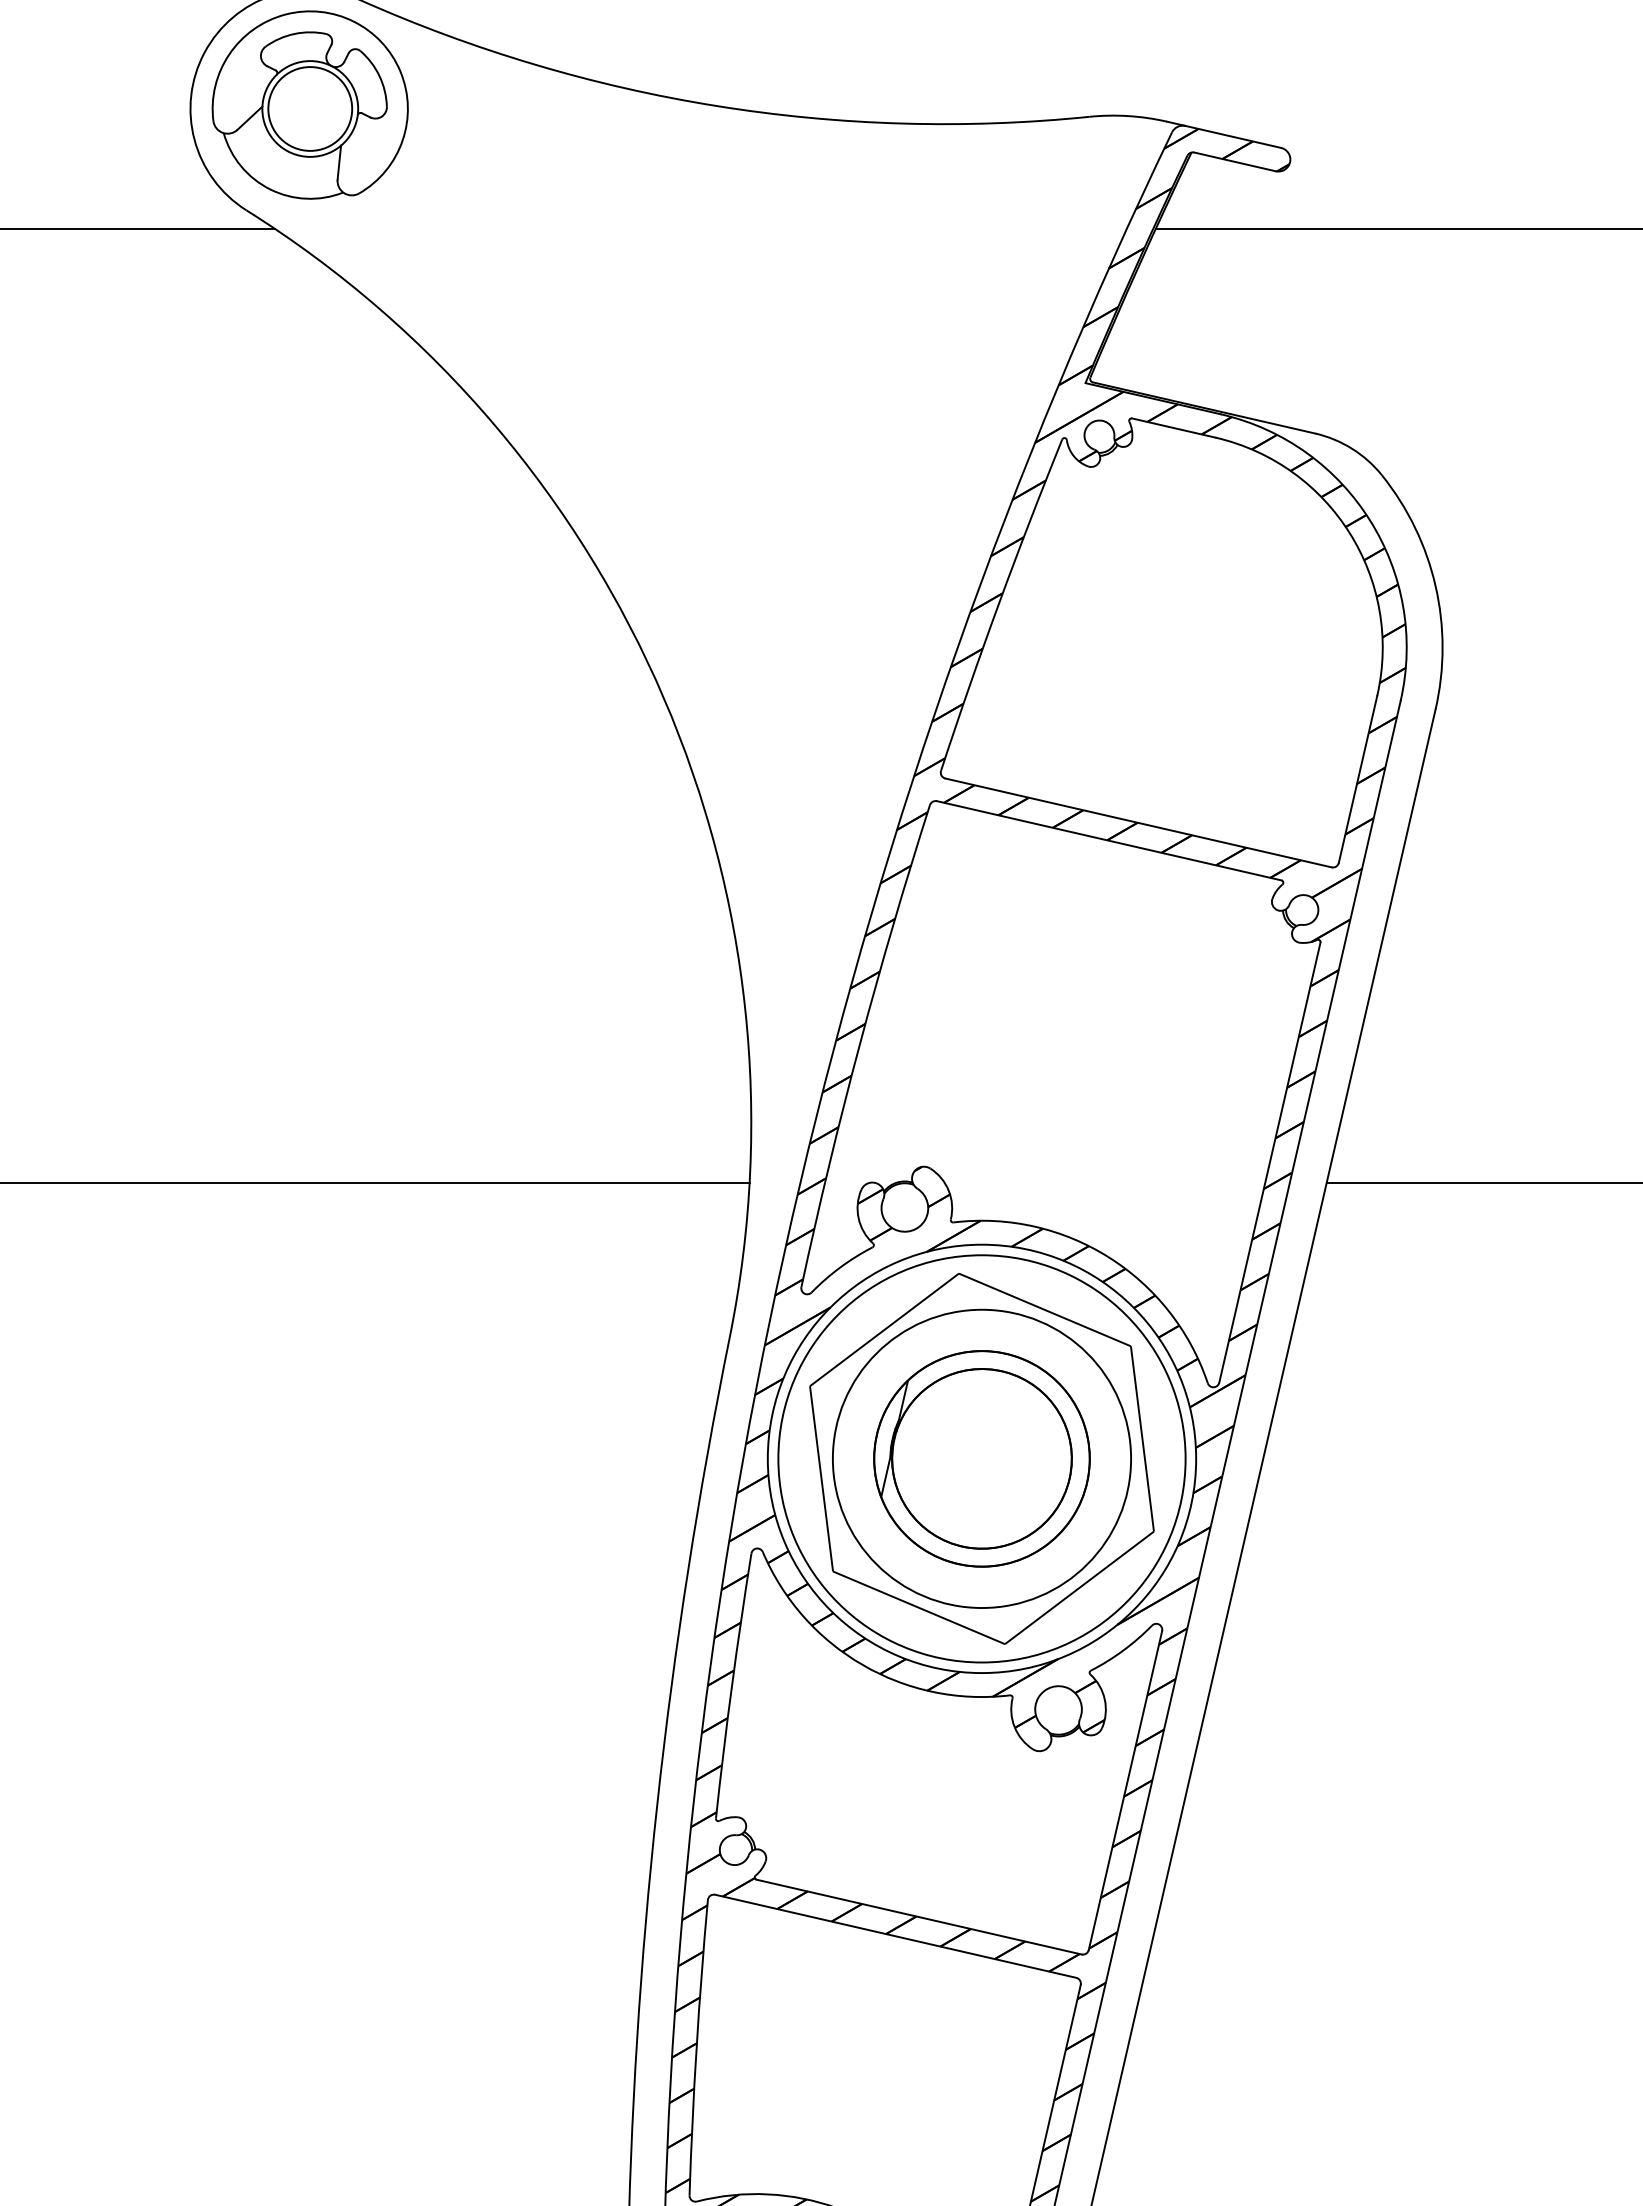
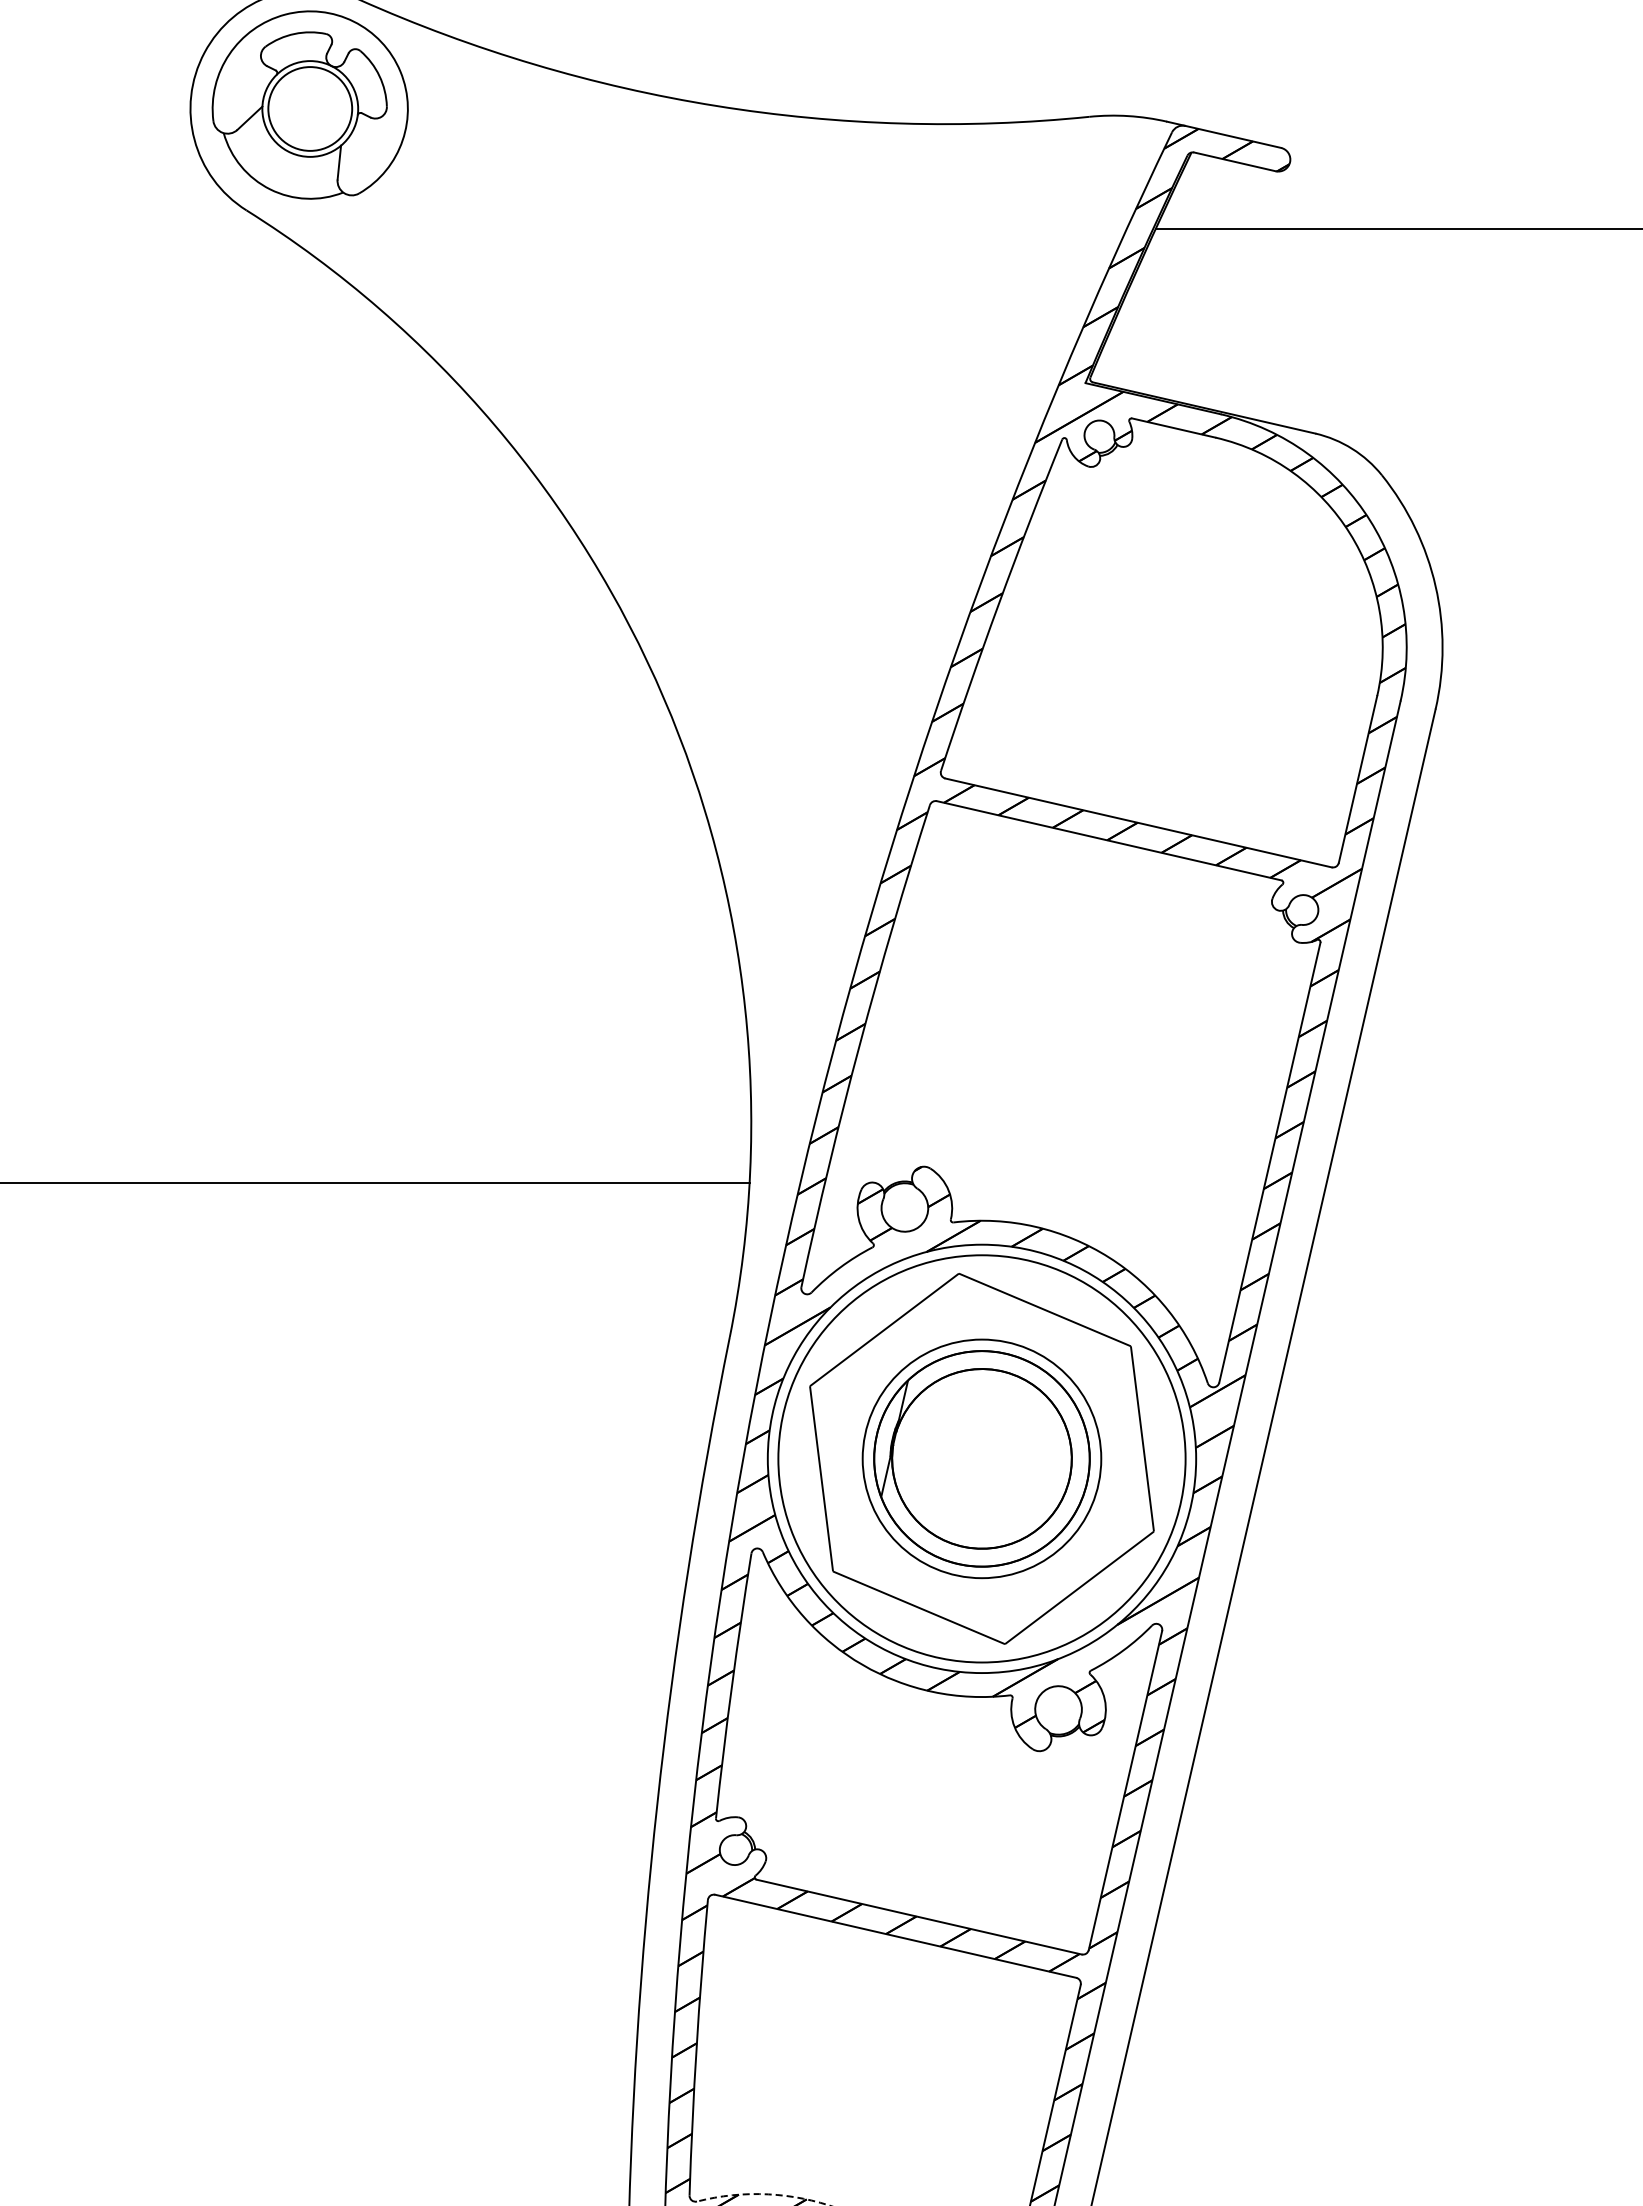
line at (138, 228): present -> none
line at (1482, 1182): present -> none
circle at (981, 1458) diameter: 298 px -> 239 px
arc at (764, 2194): solid -> dashed
